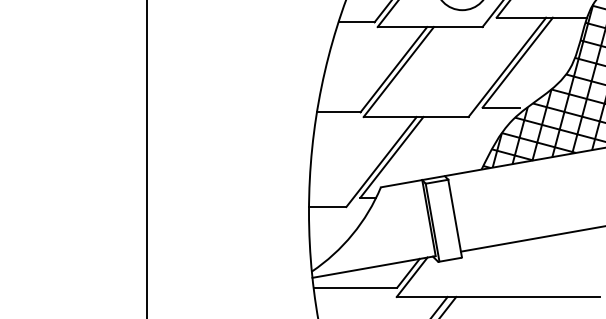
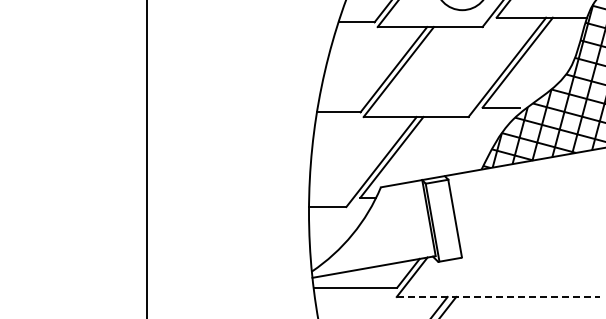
line at (531, 238): present -> none
line at (498, 296): solid -> dashed
